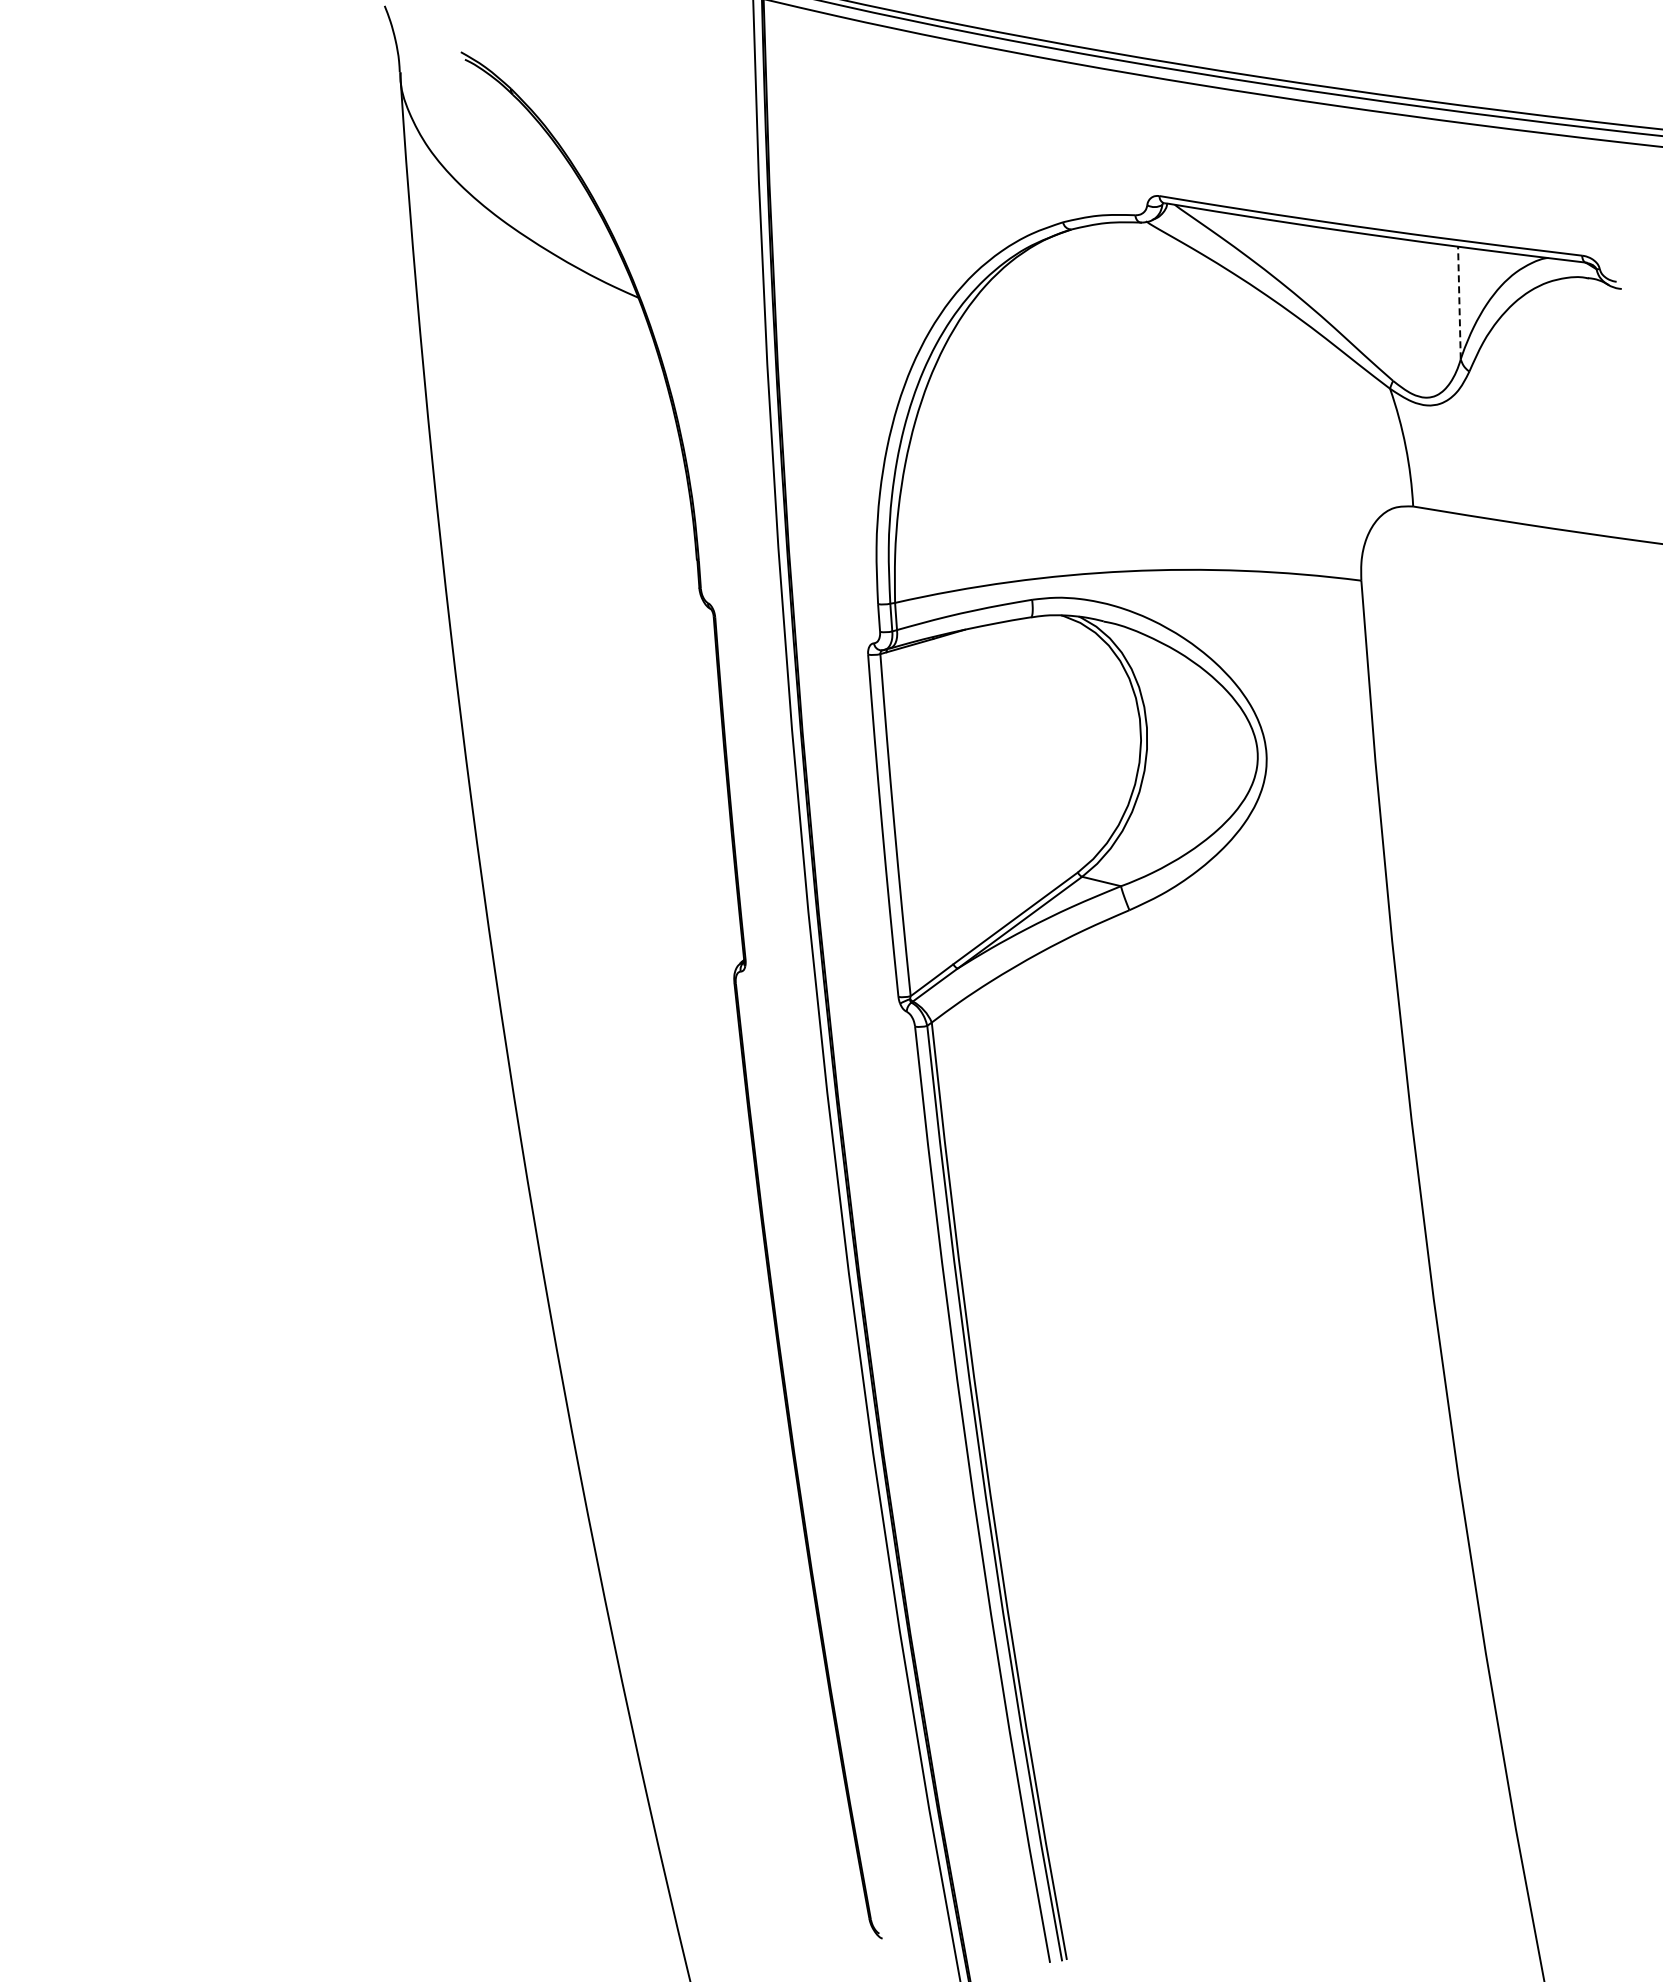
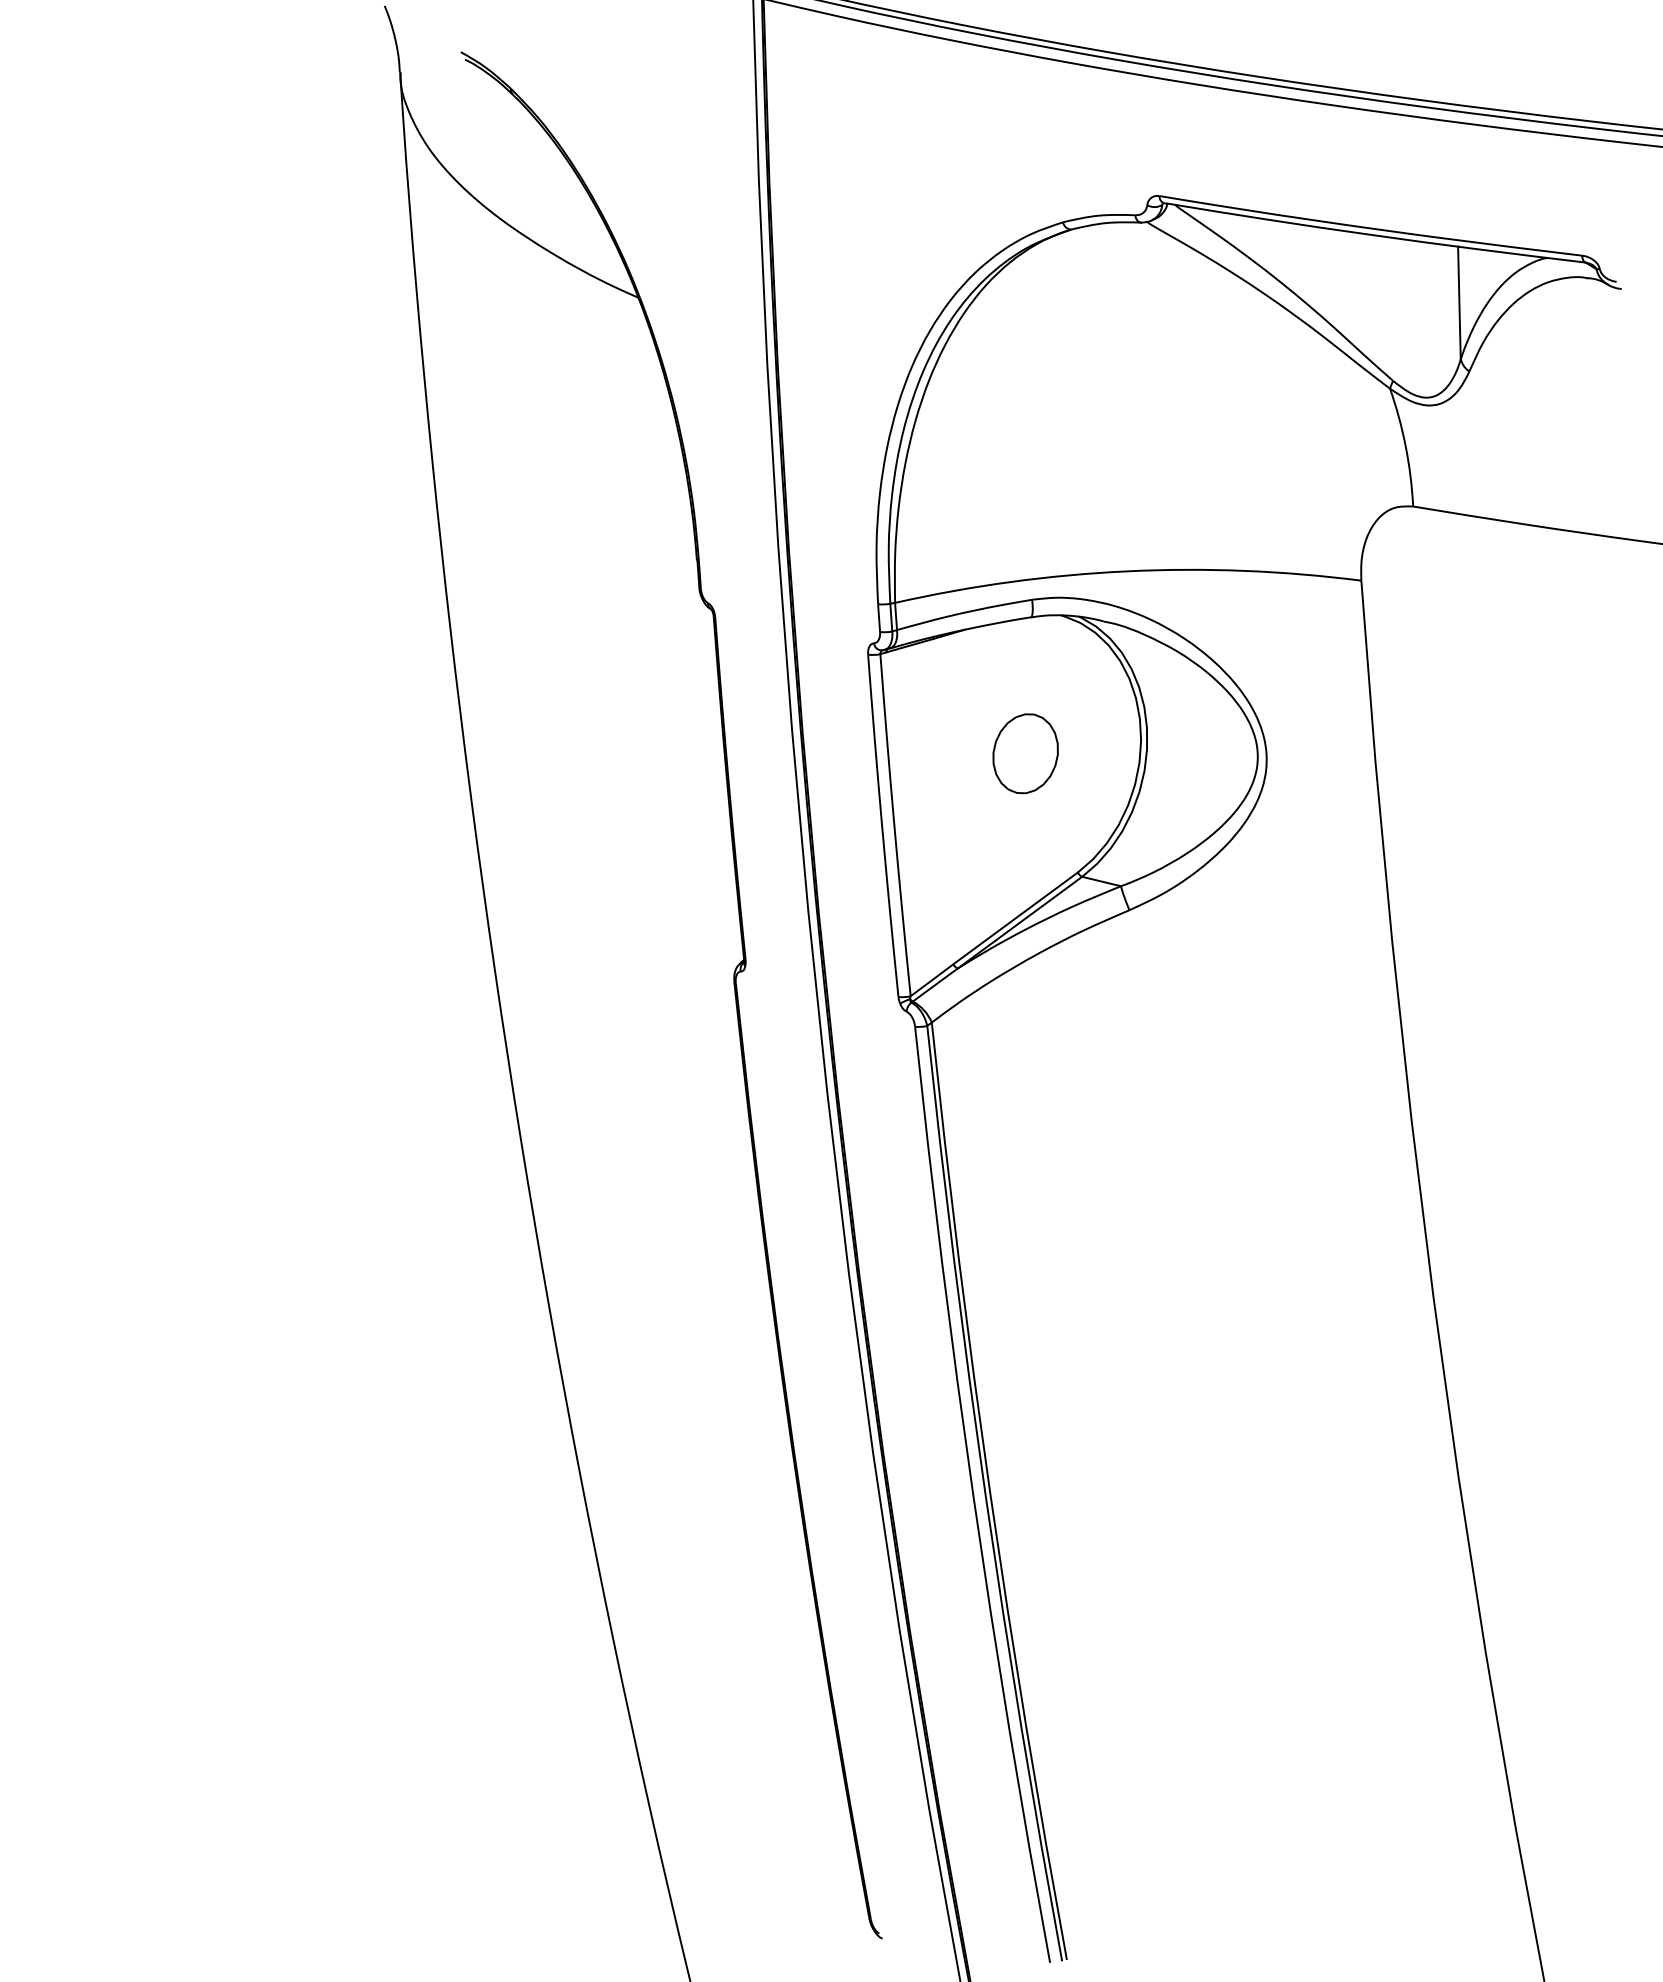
line at (1459, 302): dashed -> solid
part at (1025, 753): none -> present
